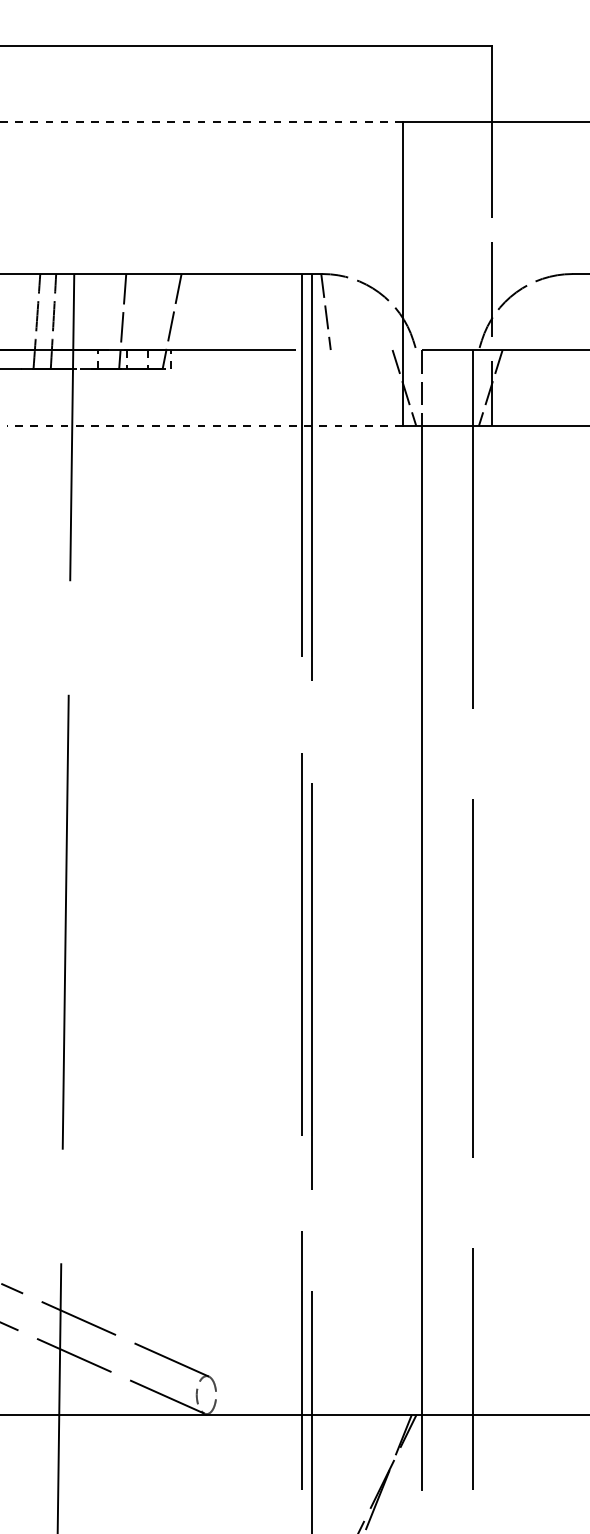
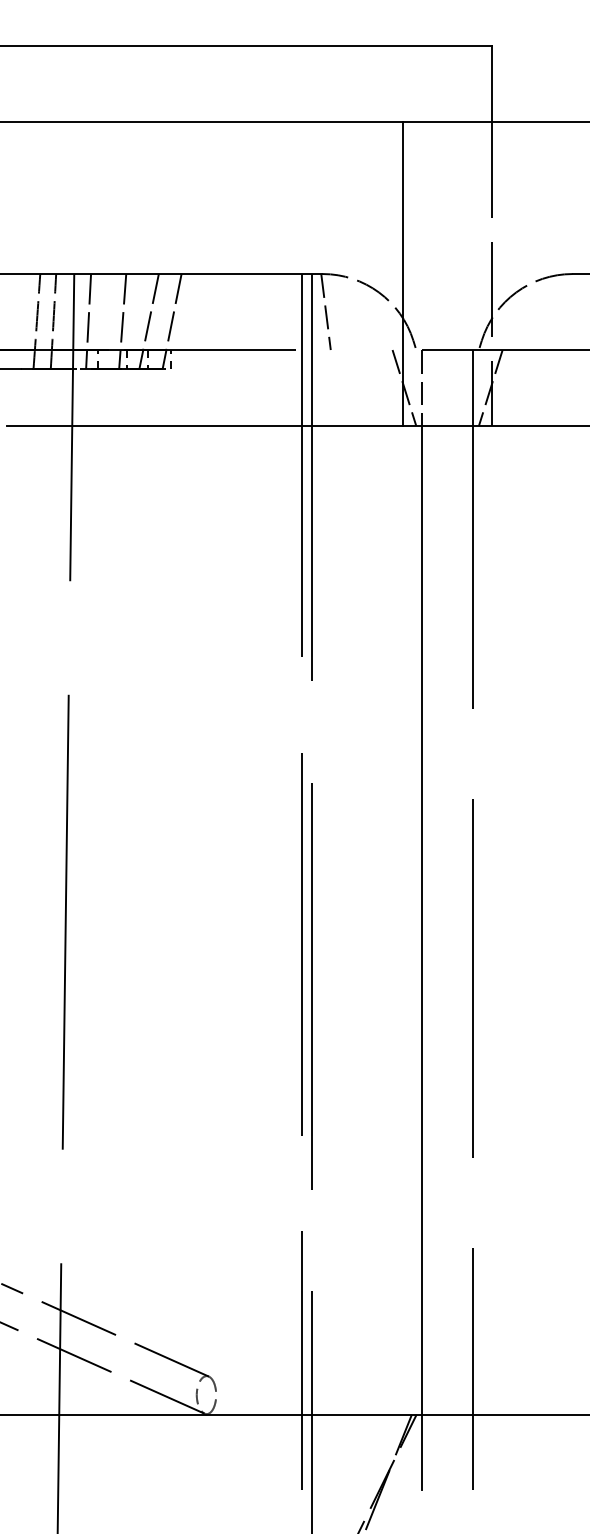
line at (200, 122): dashed -> solid
line at (88, 321): none -> present
line at (148, 321): none -> present
line at (204, 426): dashed -> solid
